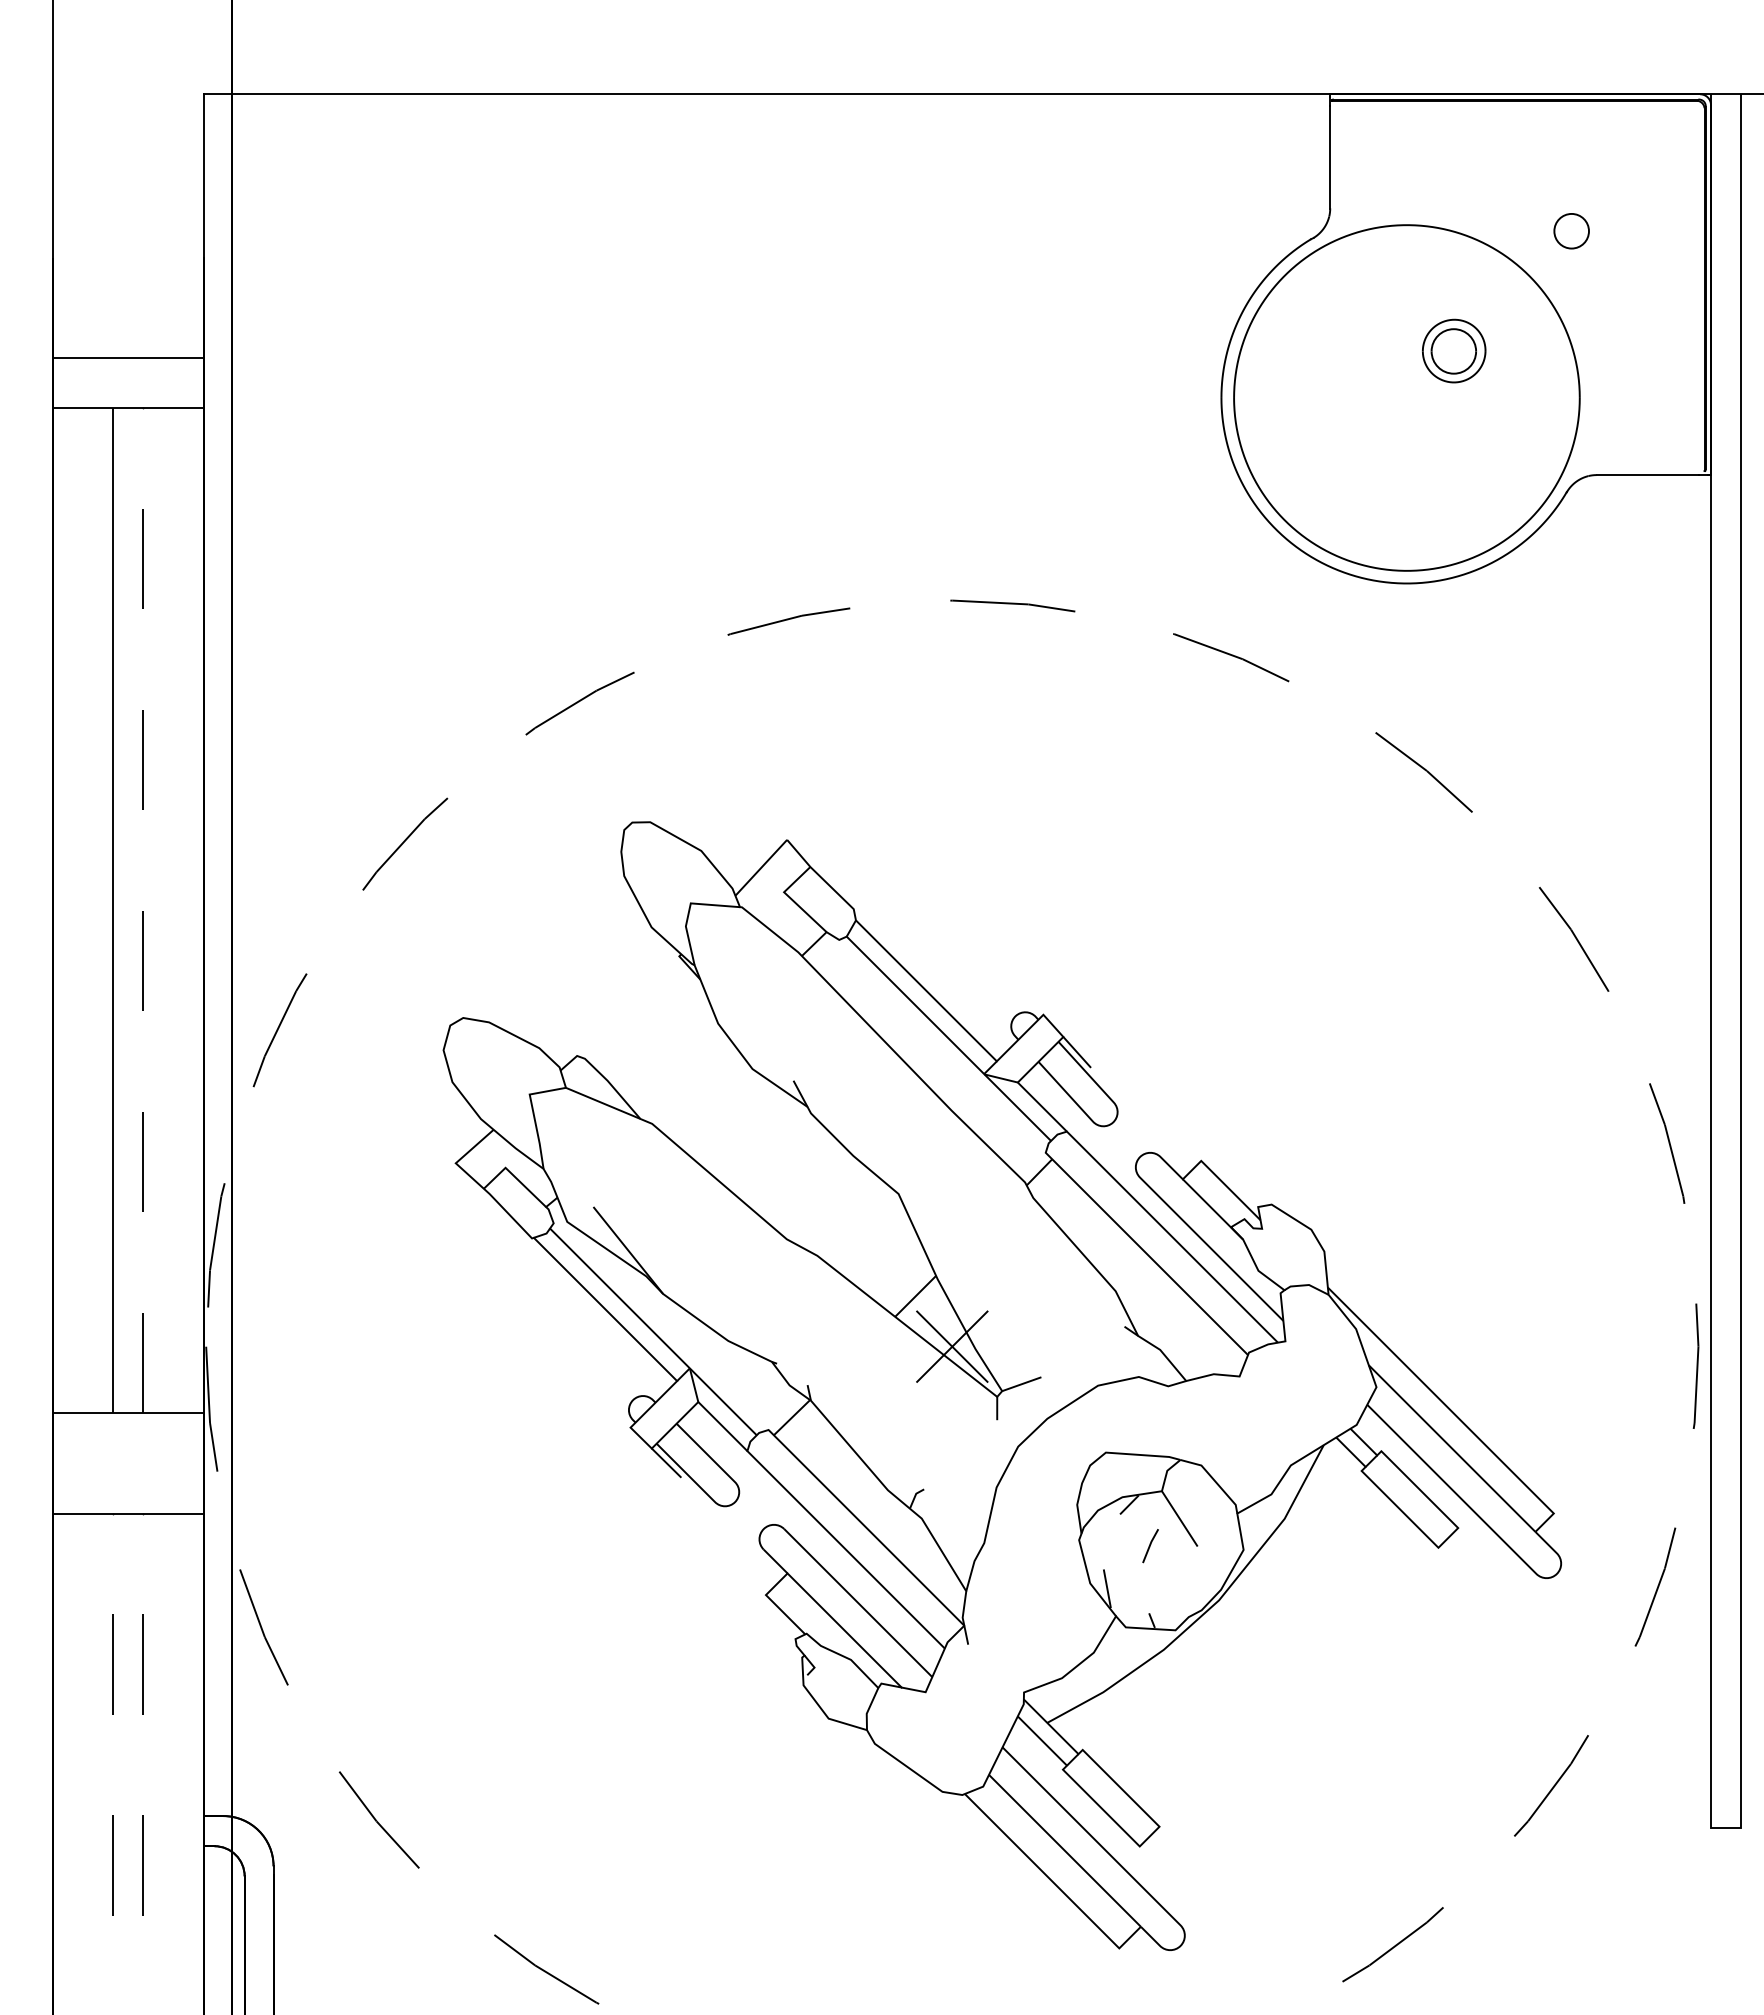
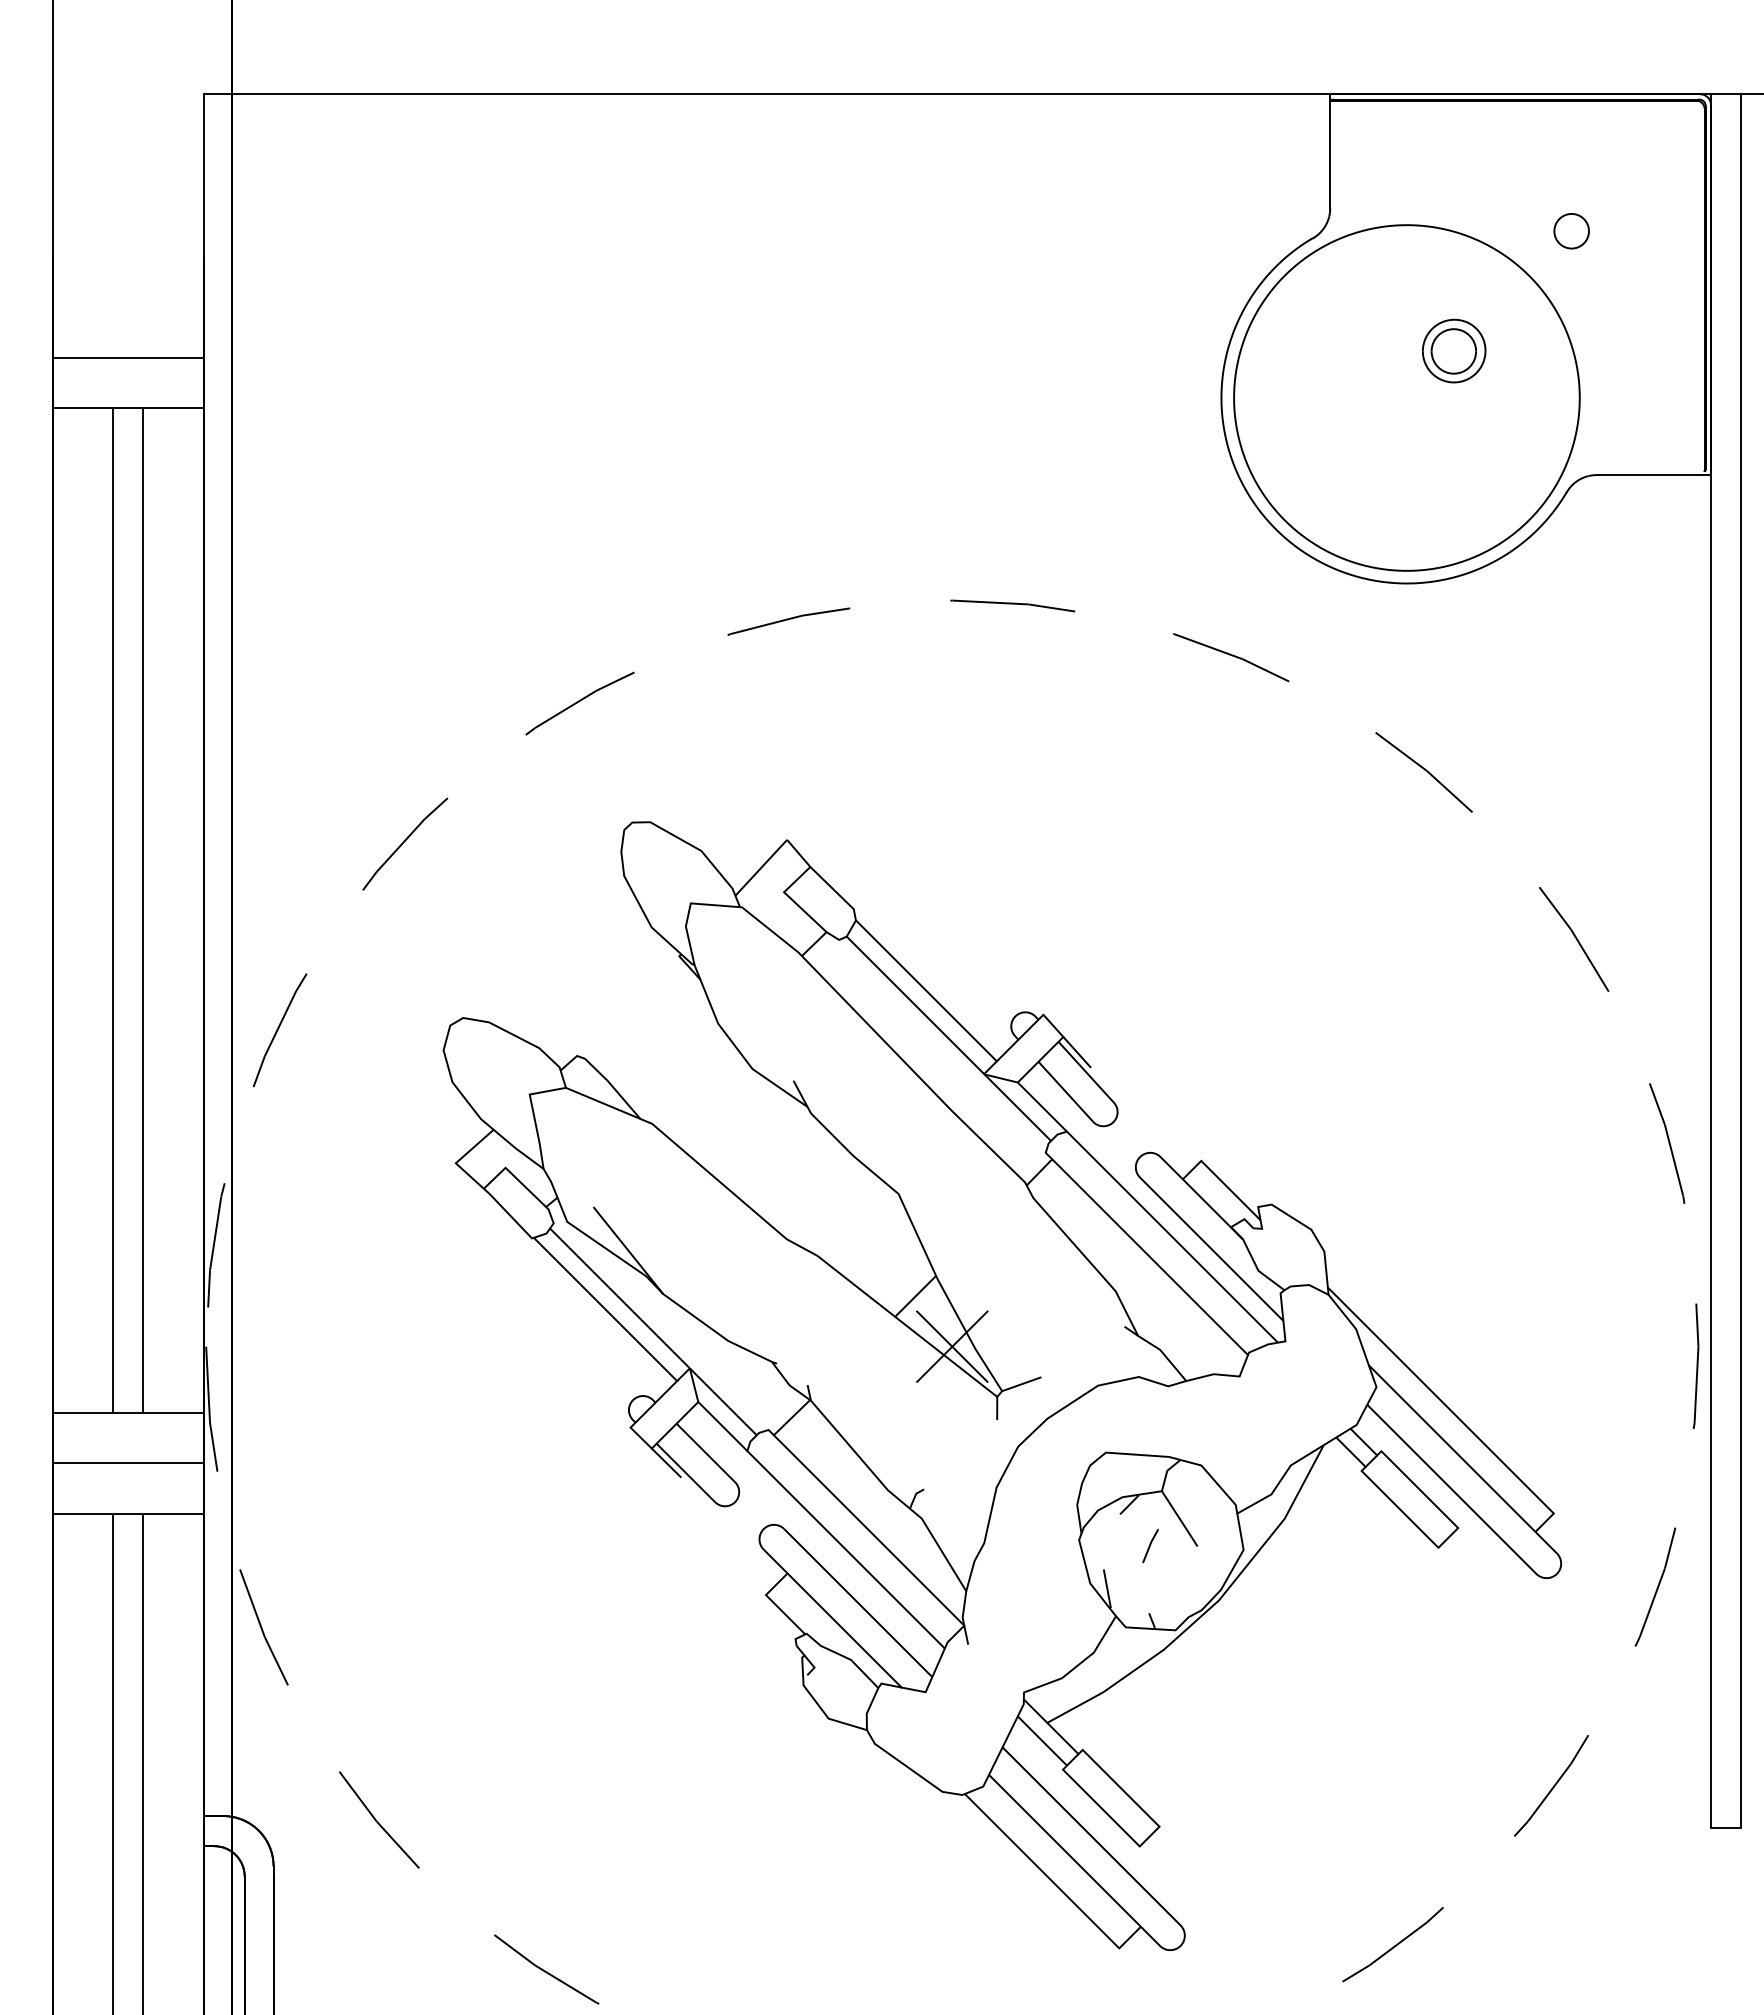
line at (143, 910): dashed -> solid
line at (127, 1463): none -> present
line at (113, 1763): dashed -> solid
line at (143, 1763): dashed -> solid
